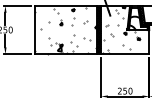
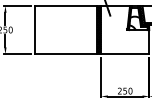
hatch at (121, 29): present -> none
hatch at (66, 31): present -> none
